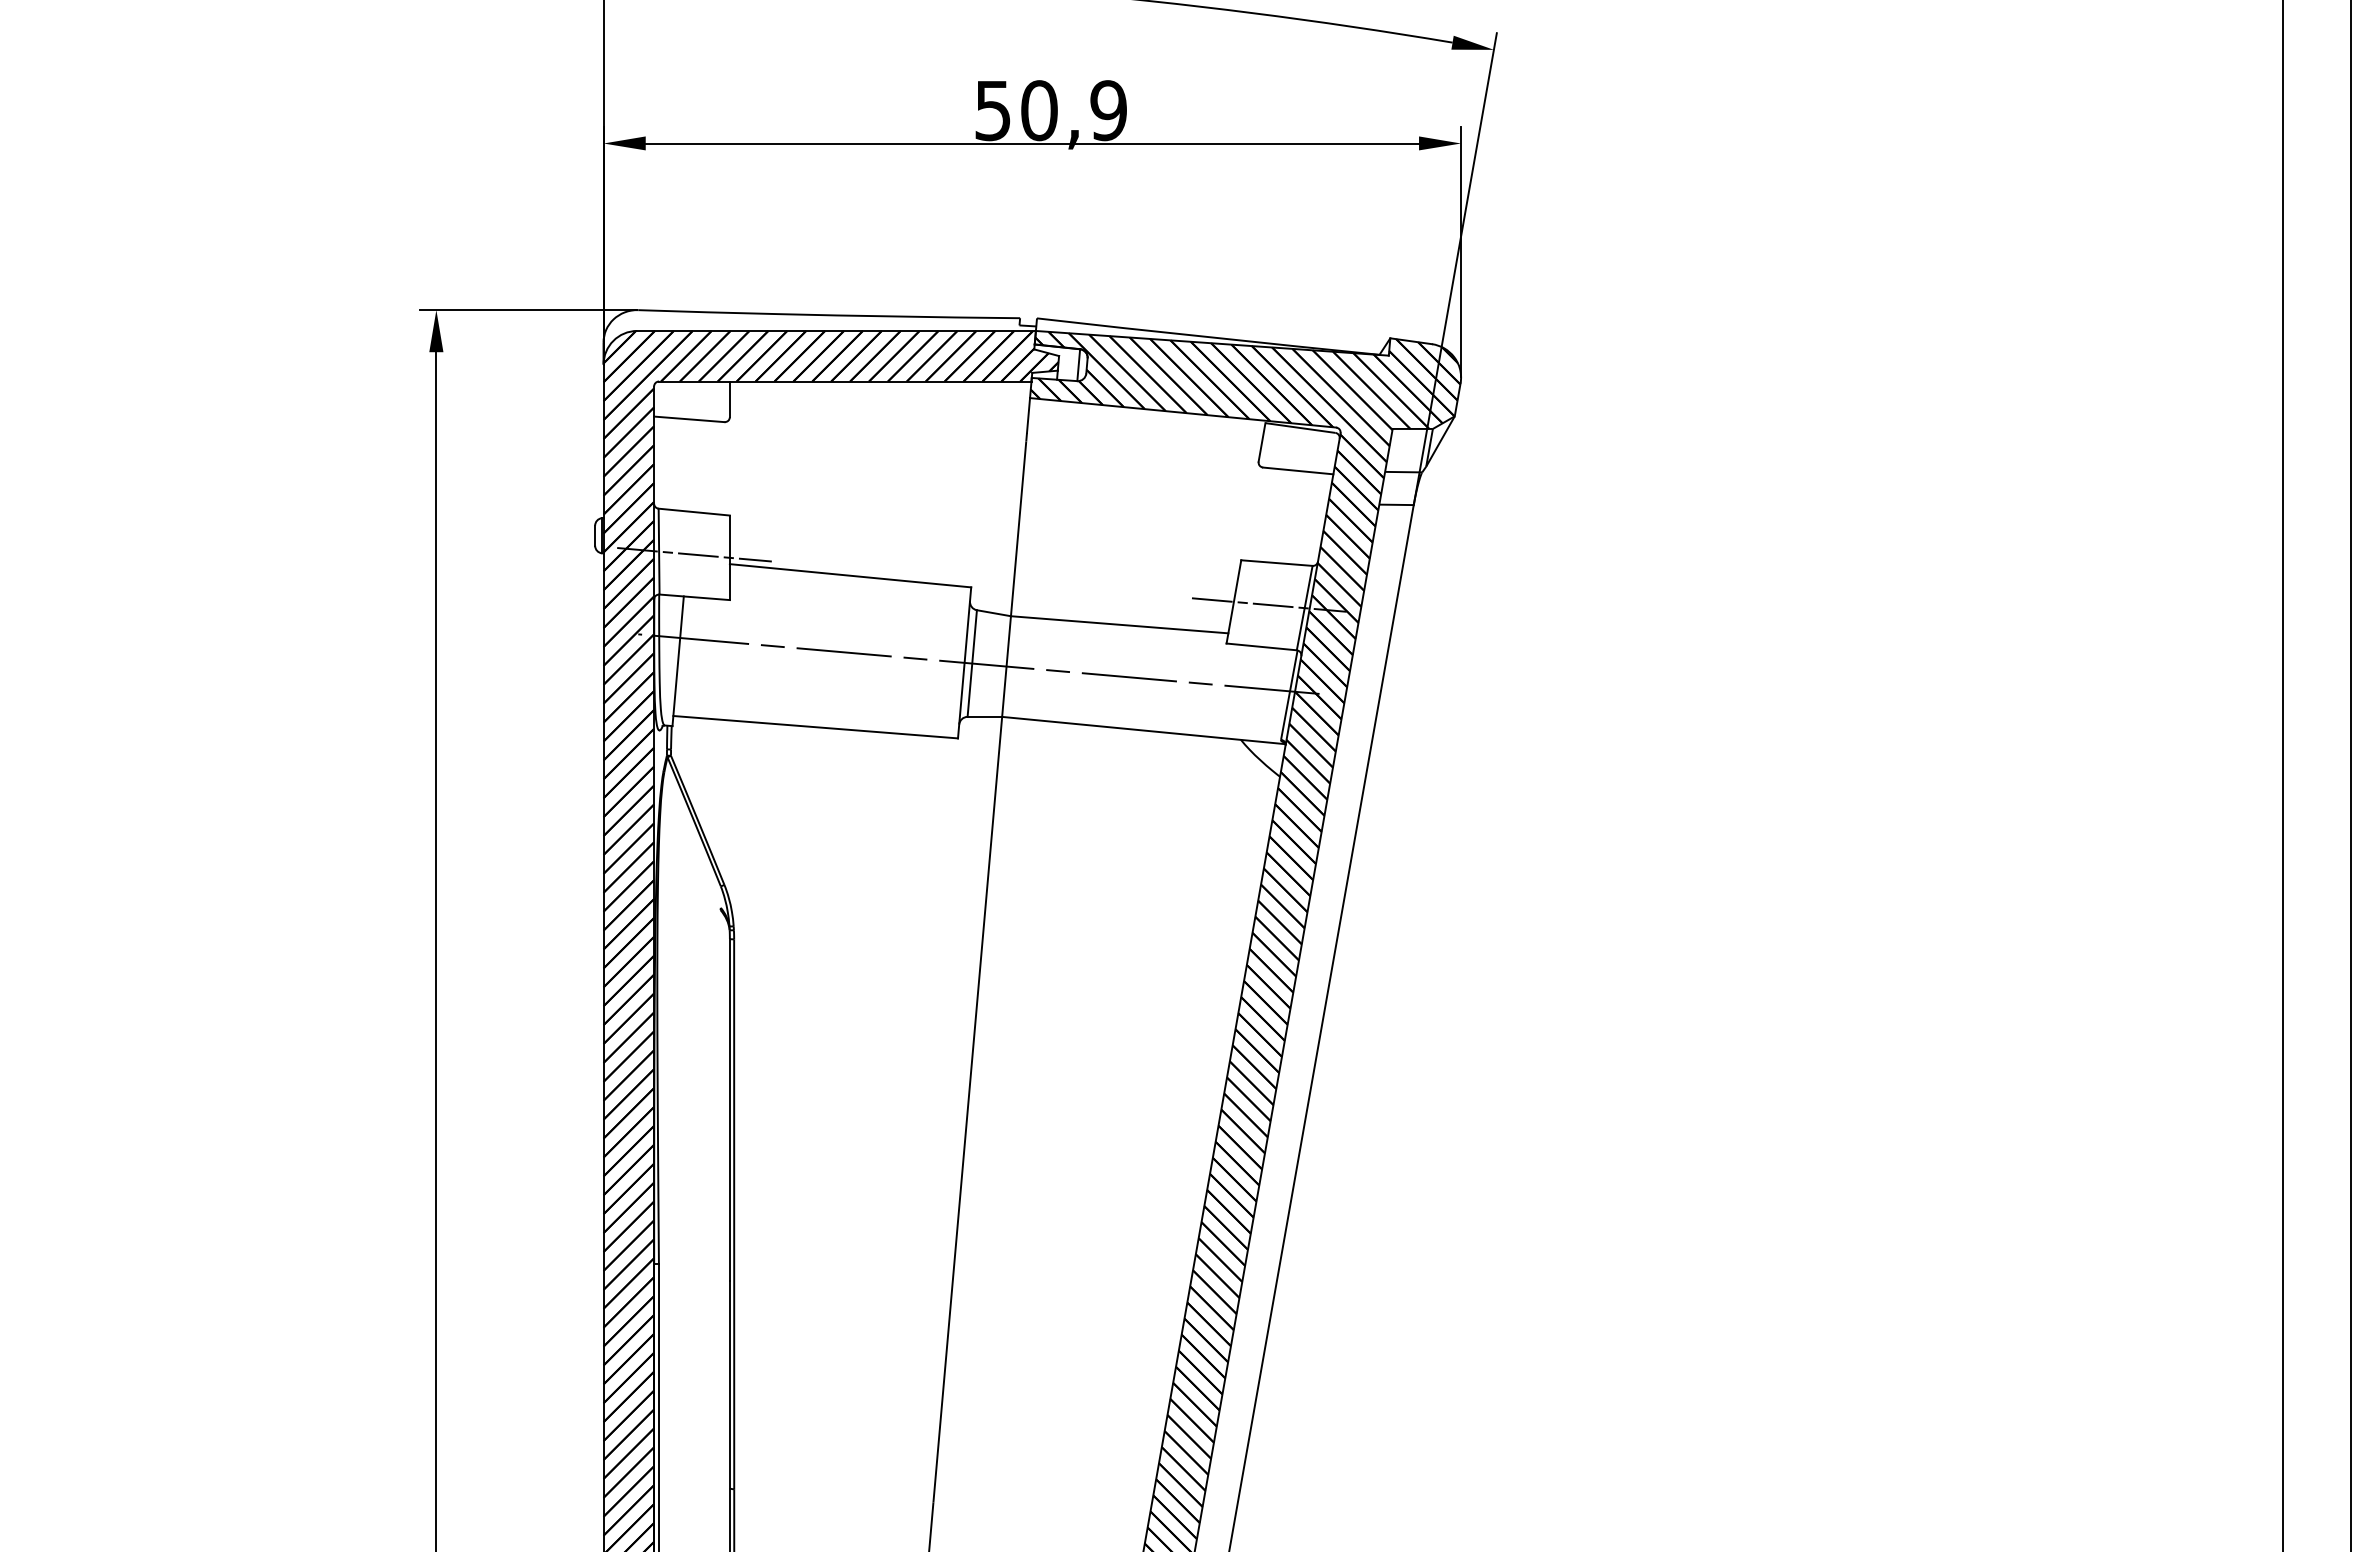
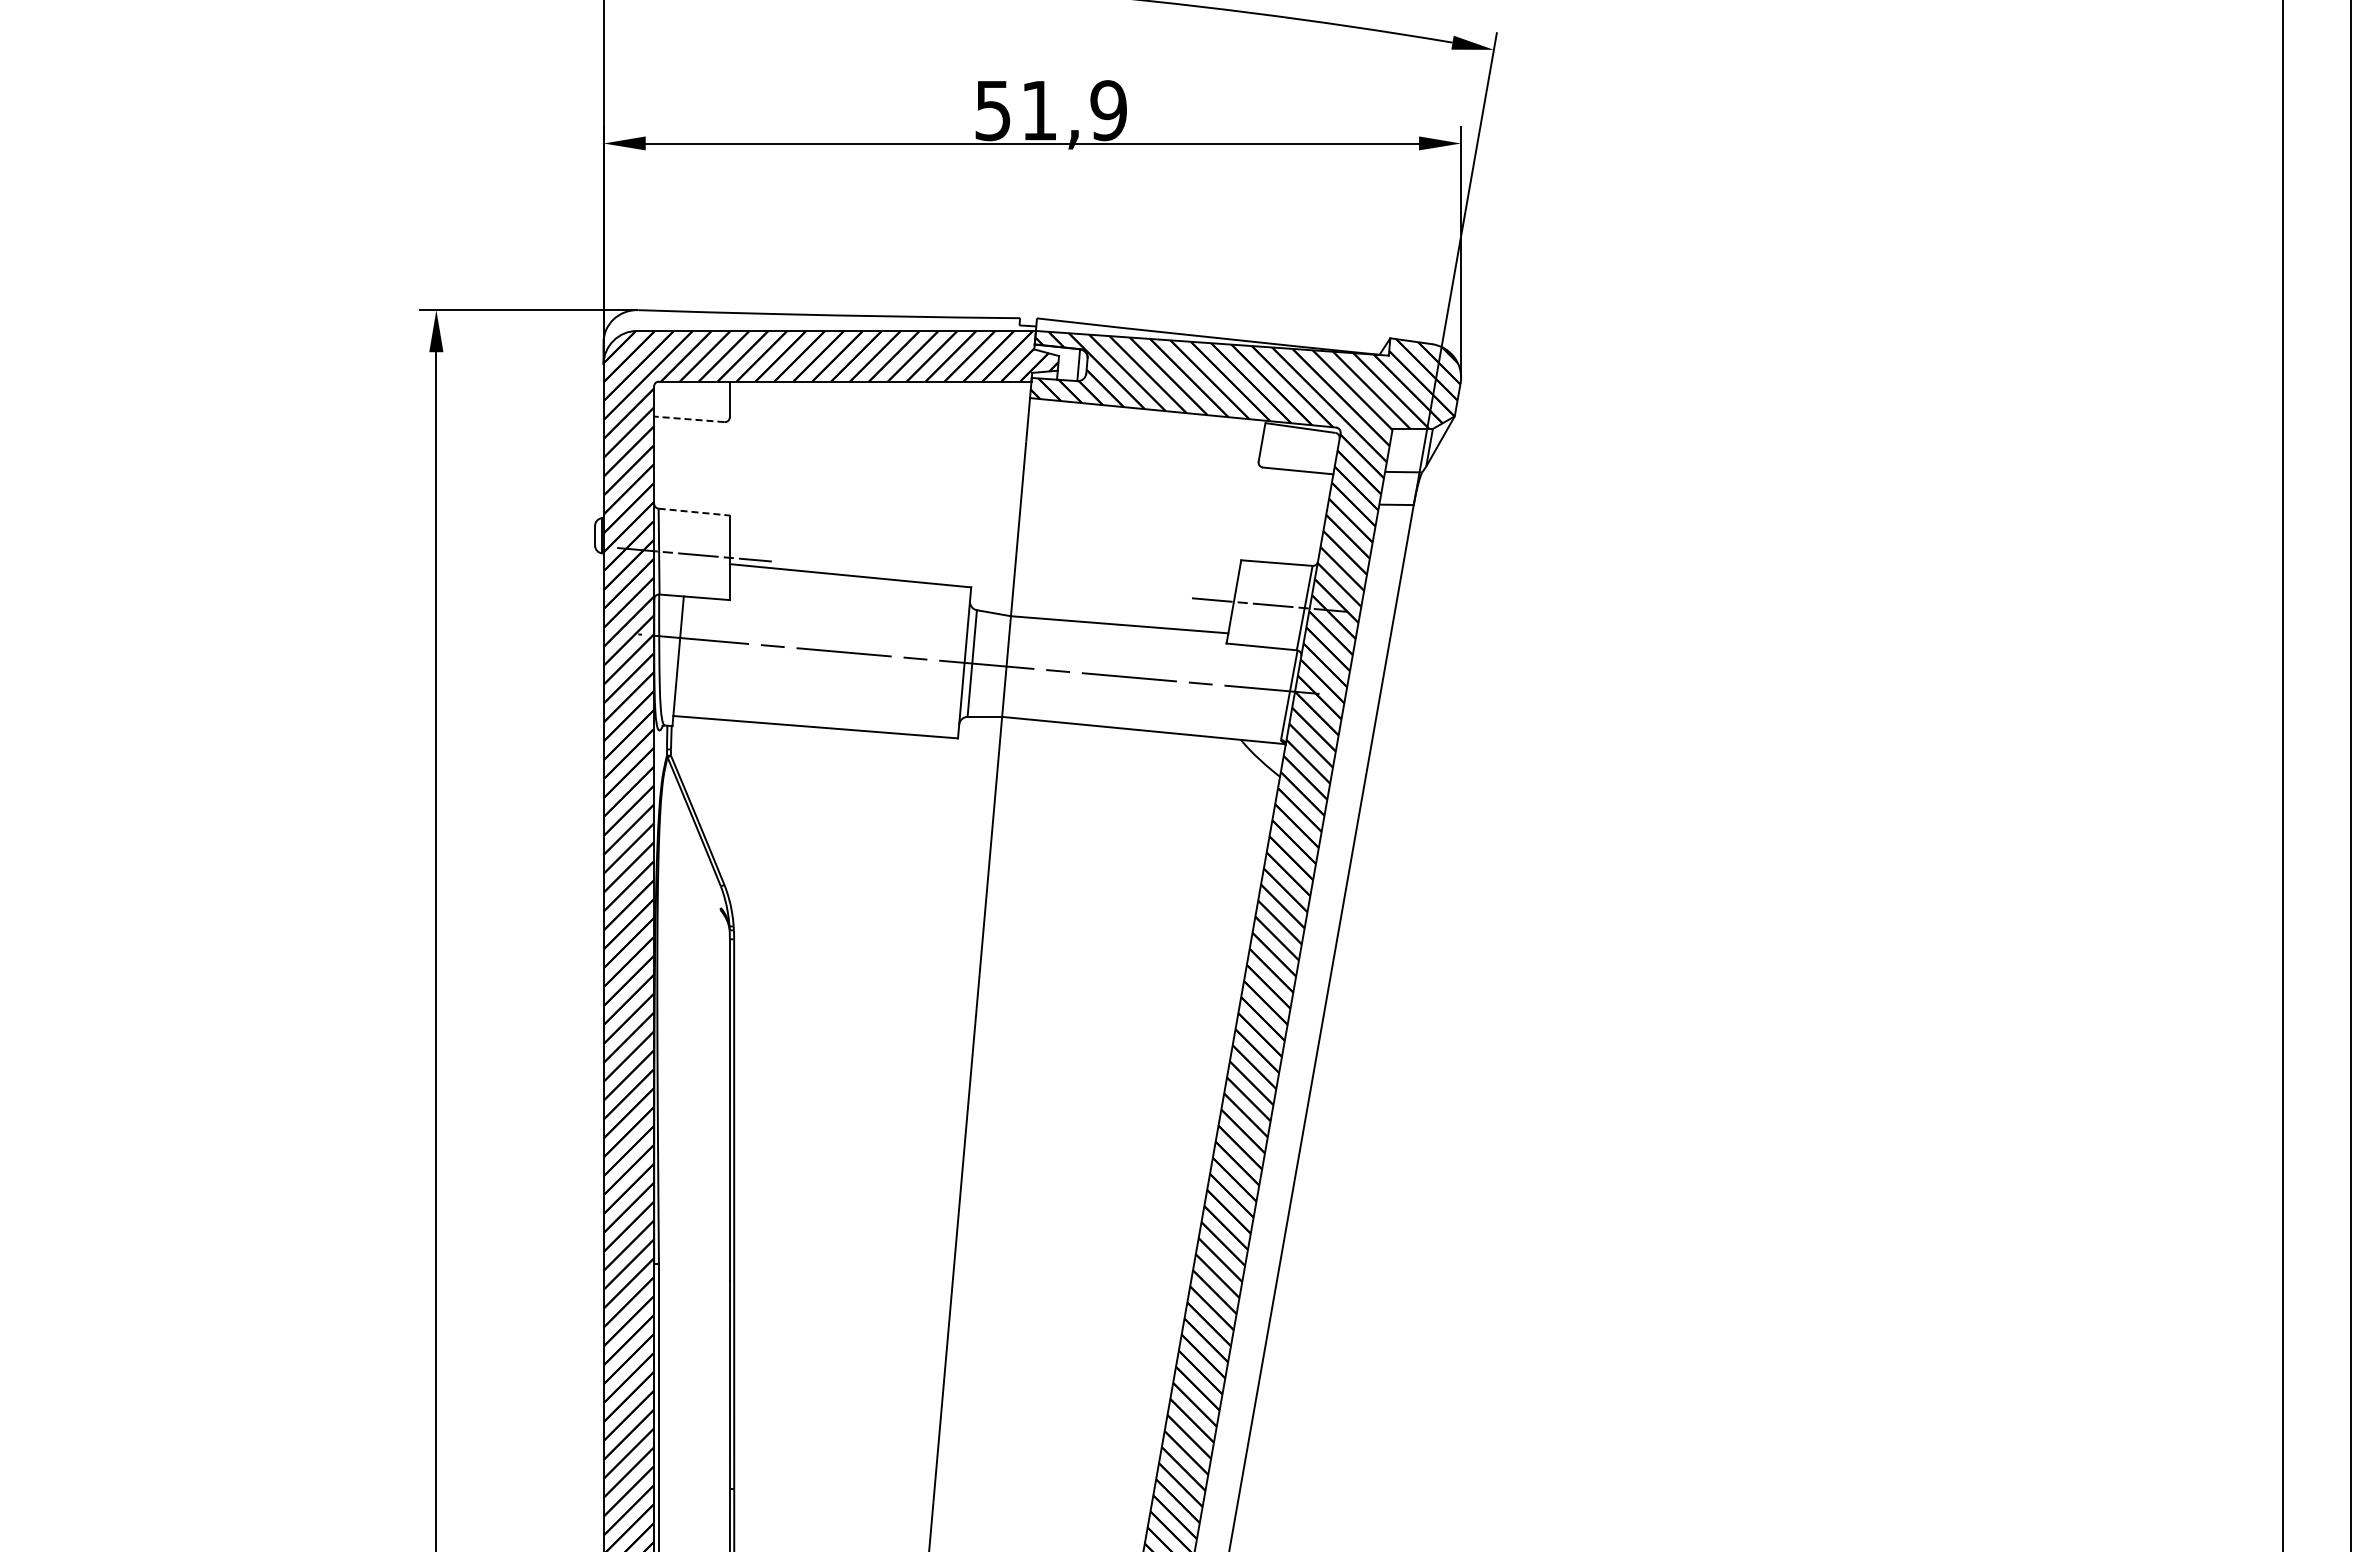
text at (1039, 110): 50,9 -> 51,9
line at (688, 419): solid -> dashed
line at (694, 512): solid -> dashed
